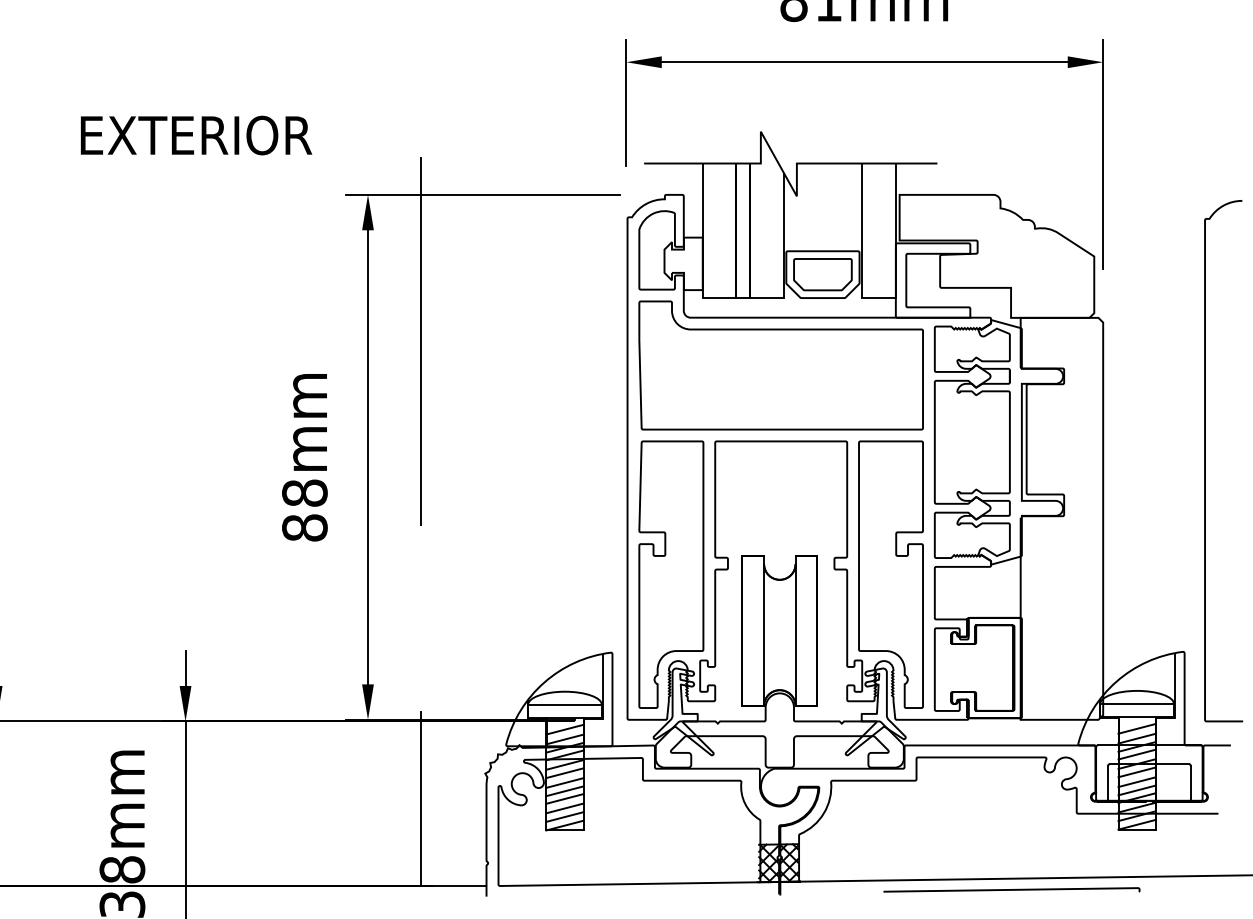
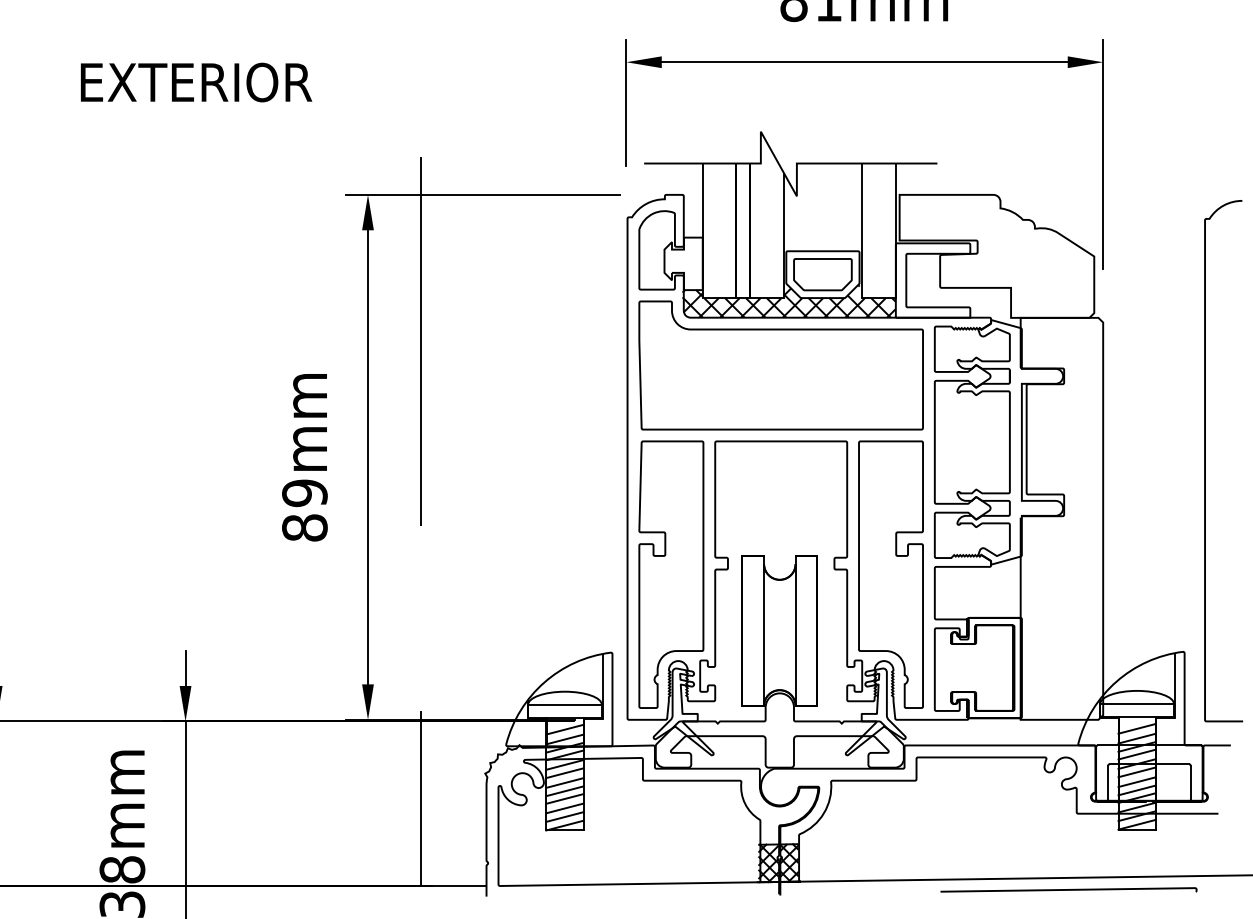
text at (196, 135) position: (196, 135) -> (196, 82)
hatch at (788, 300): none -> present
text at (304, 493): 88mm -> 89mm
curve at (1011, 889) position: (1011, 889) -> (1068, 889)
